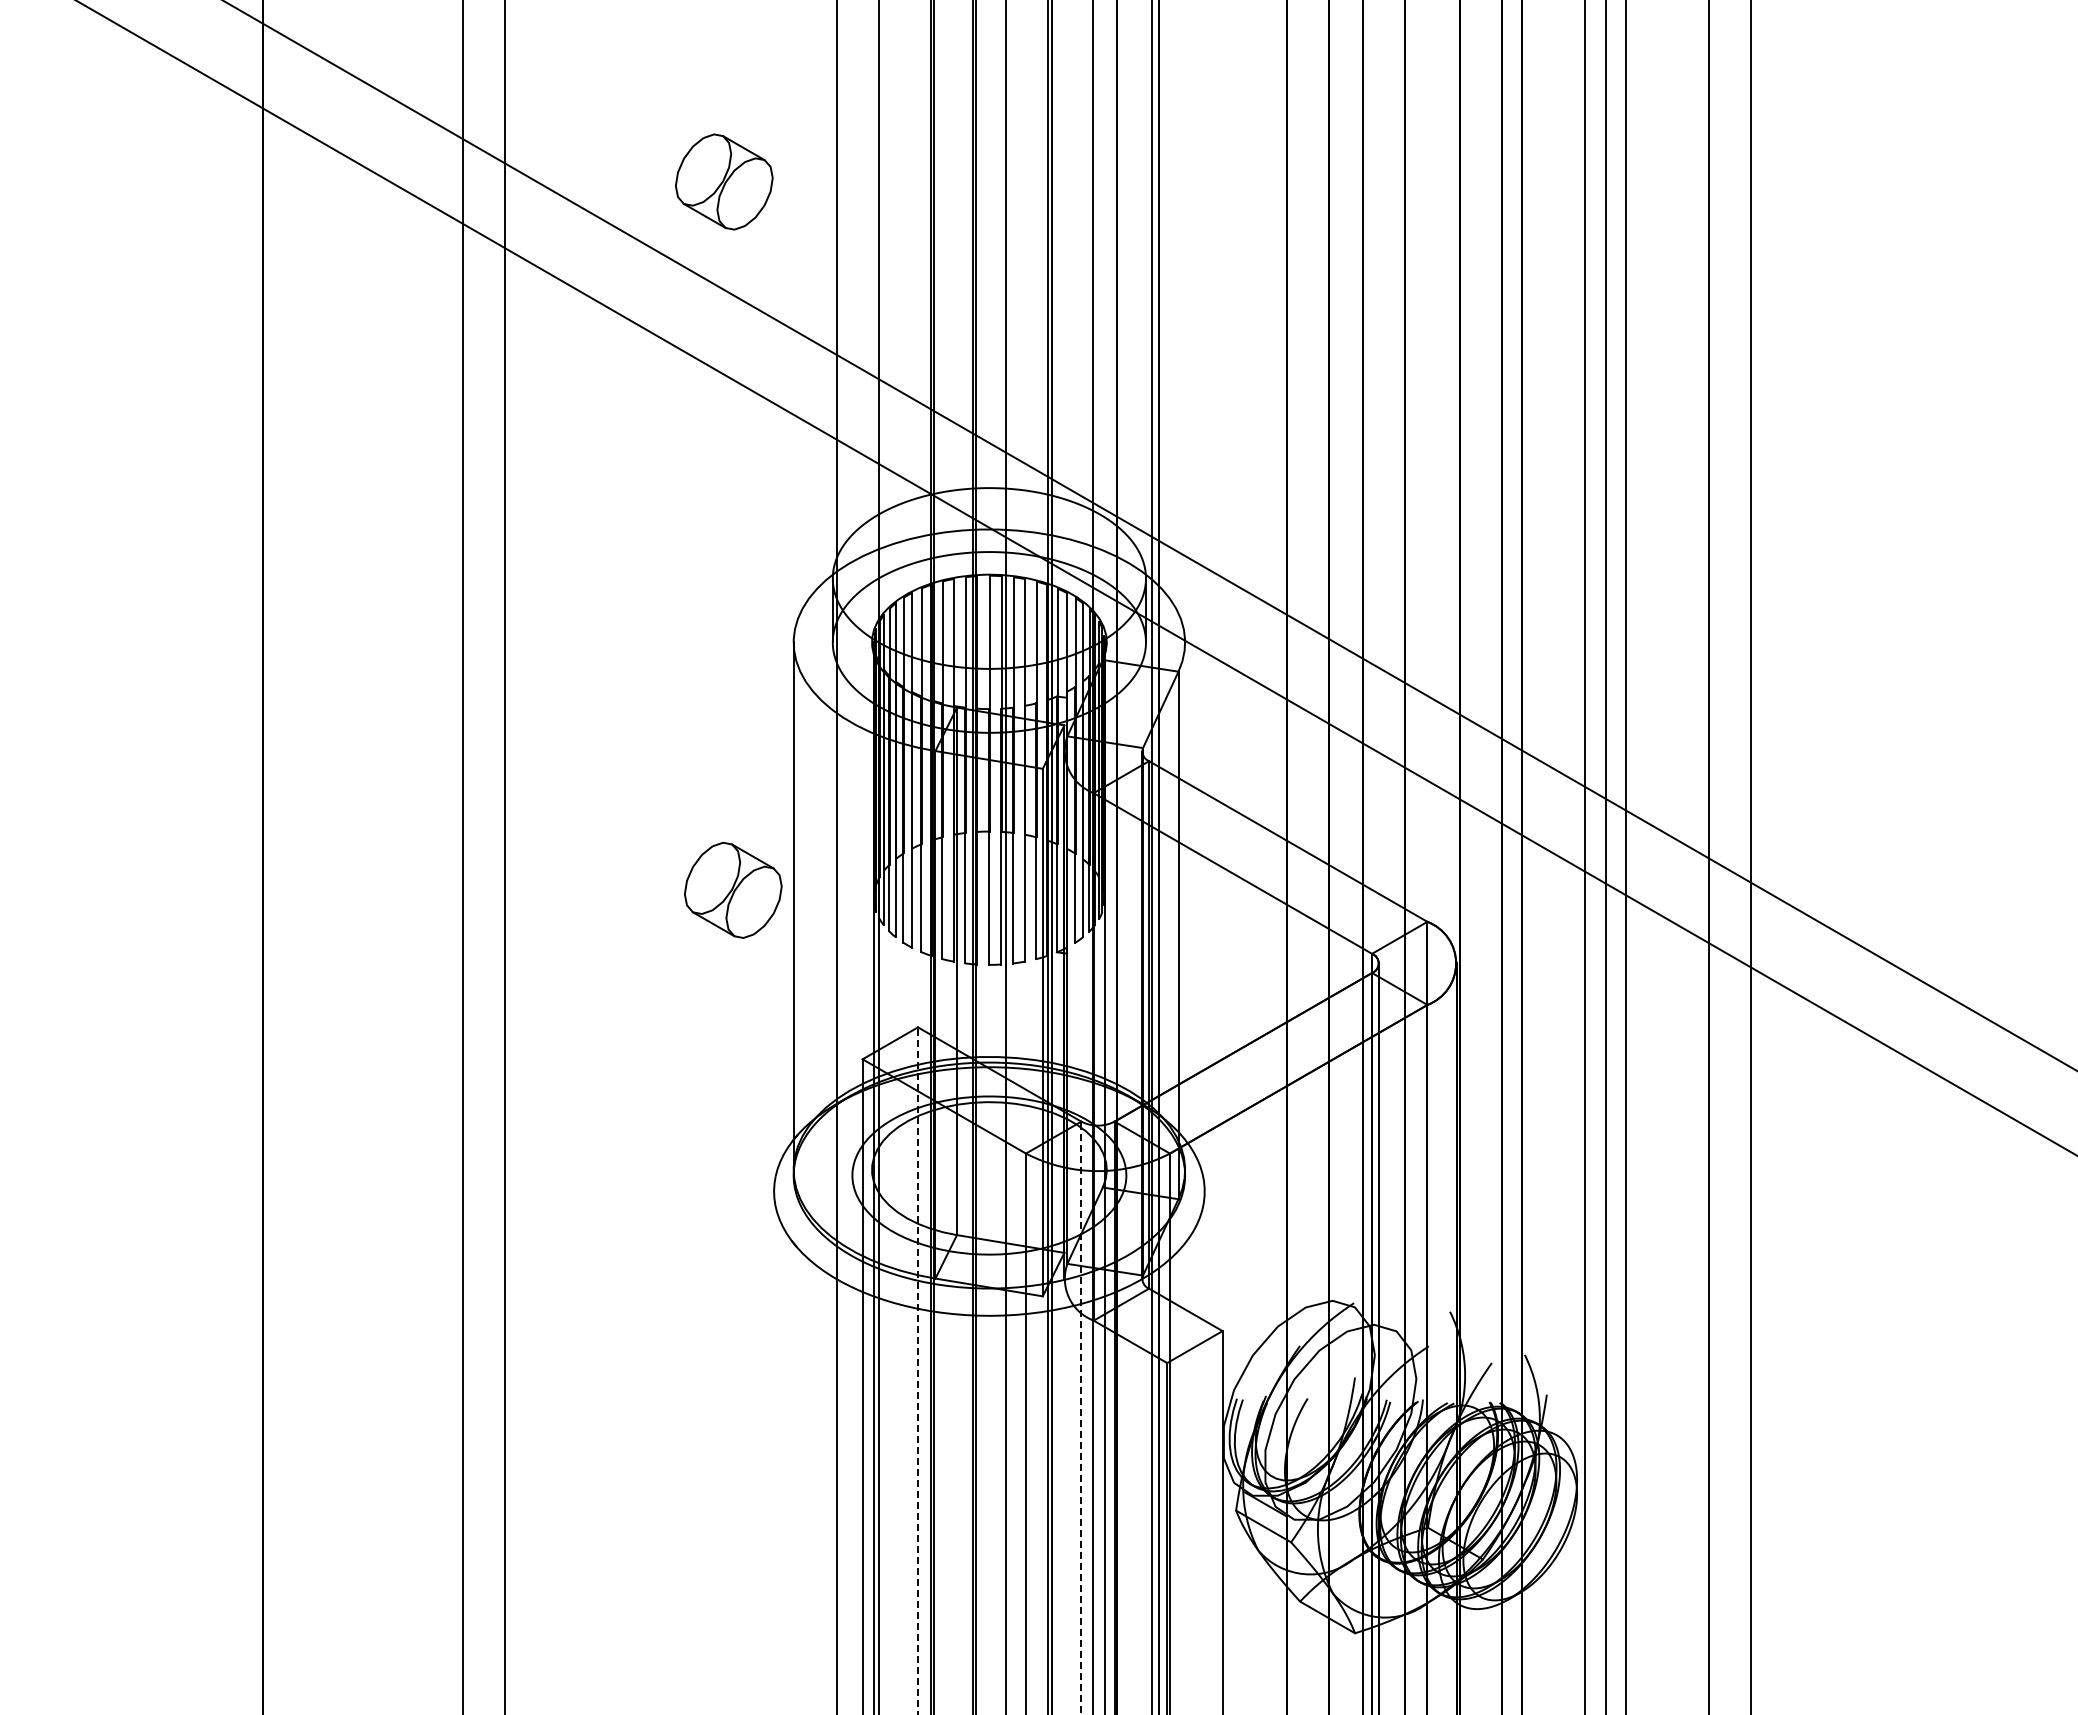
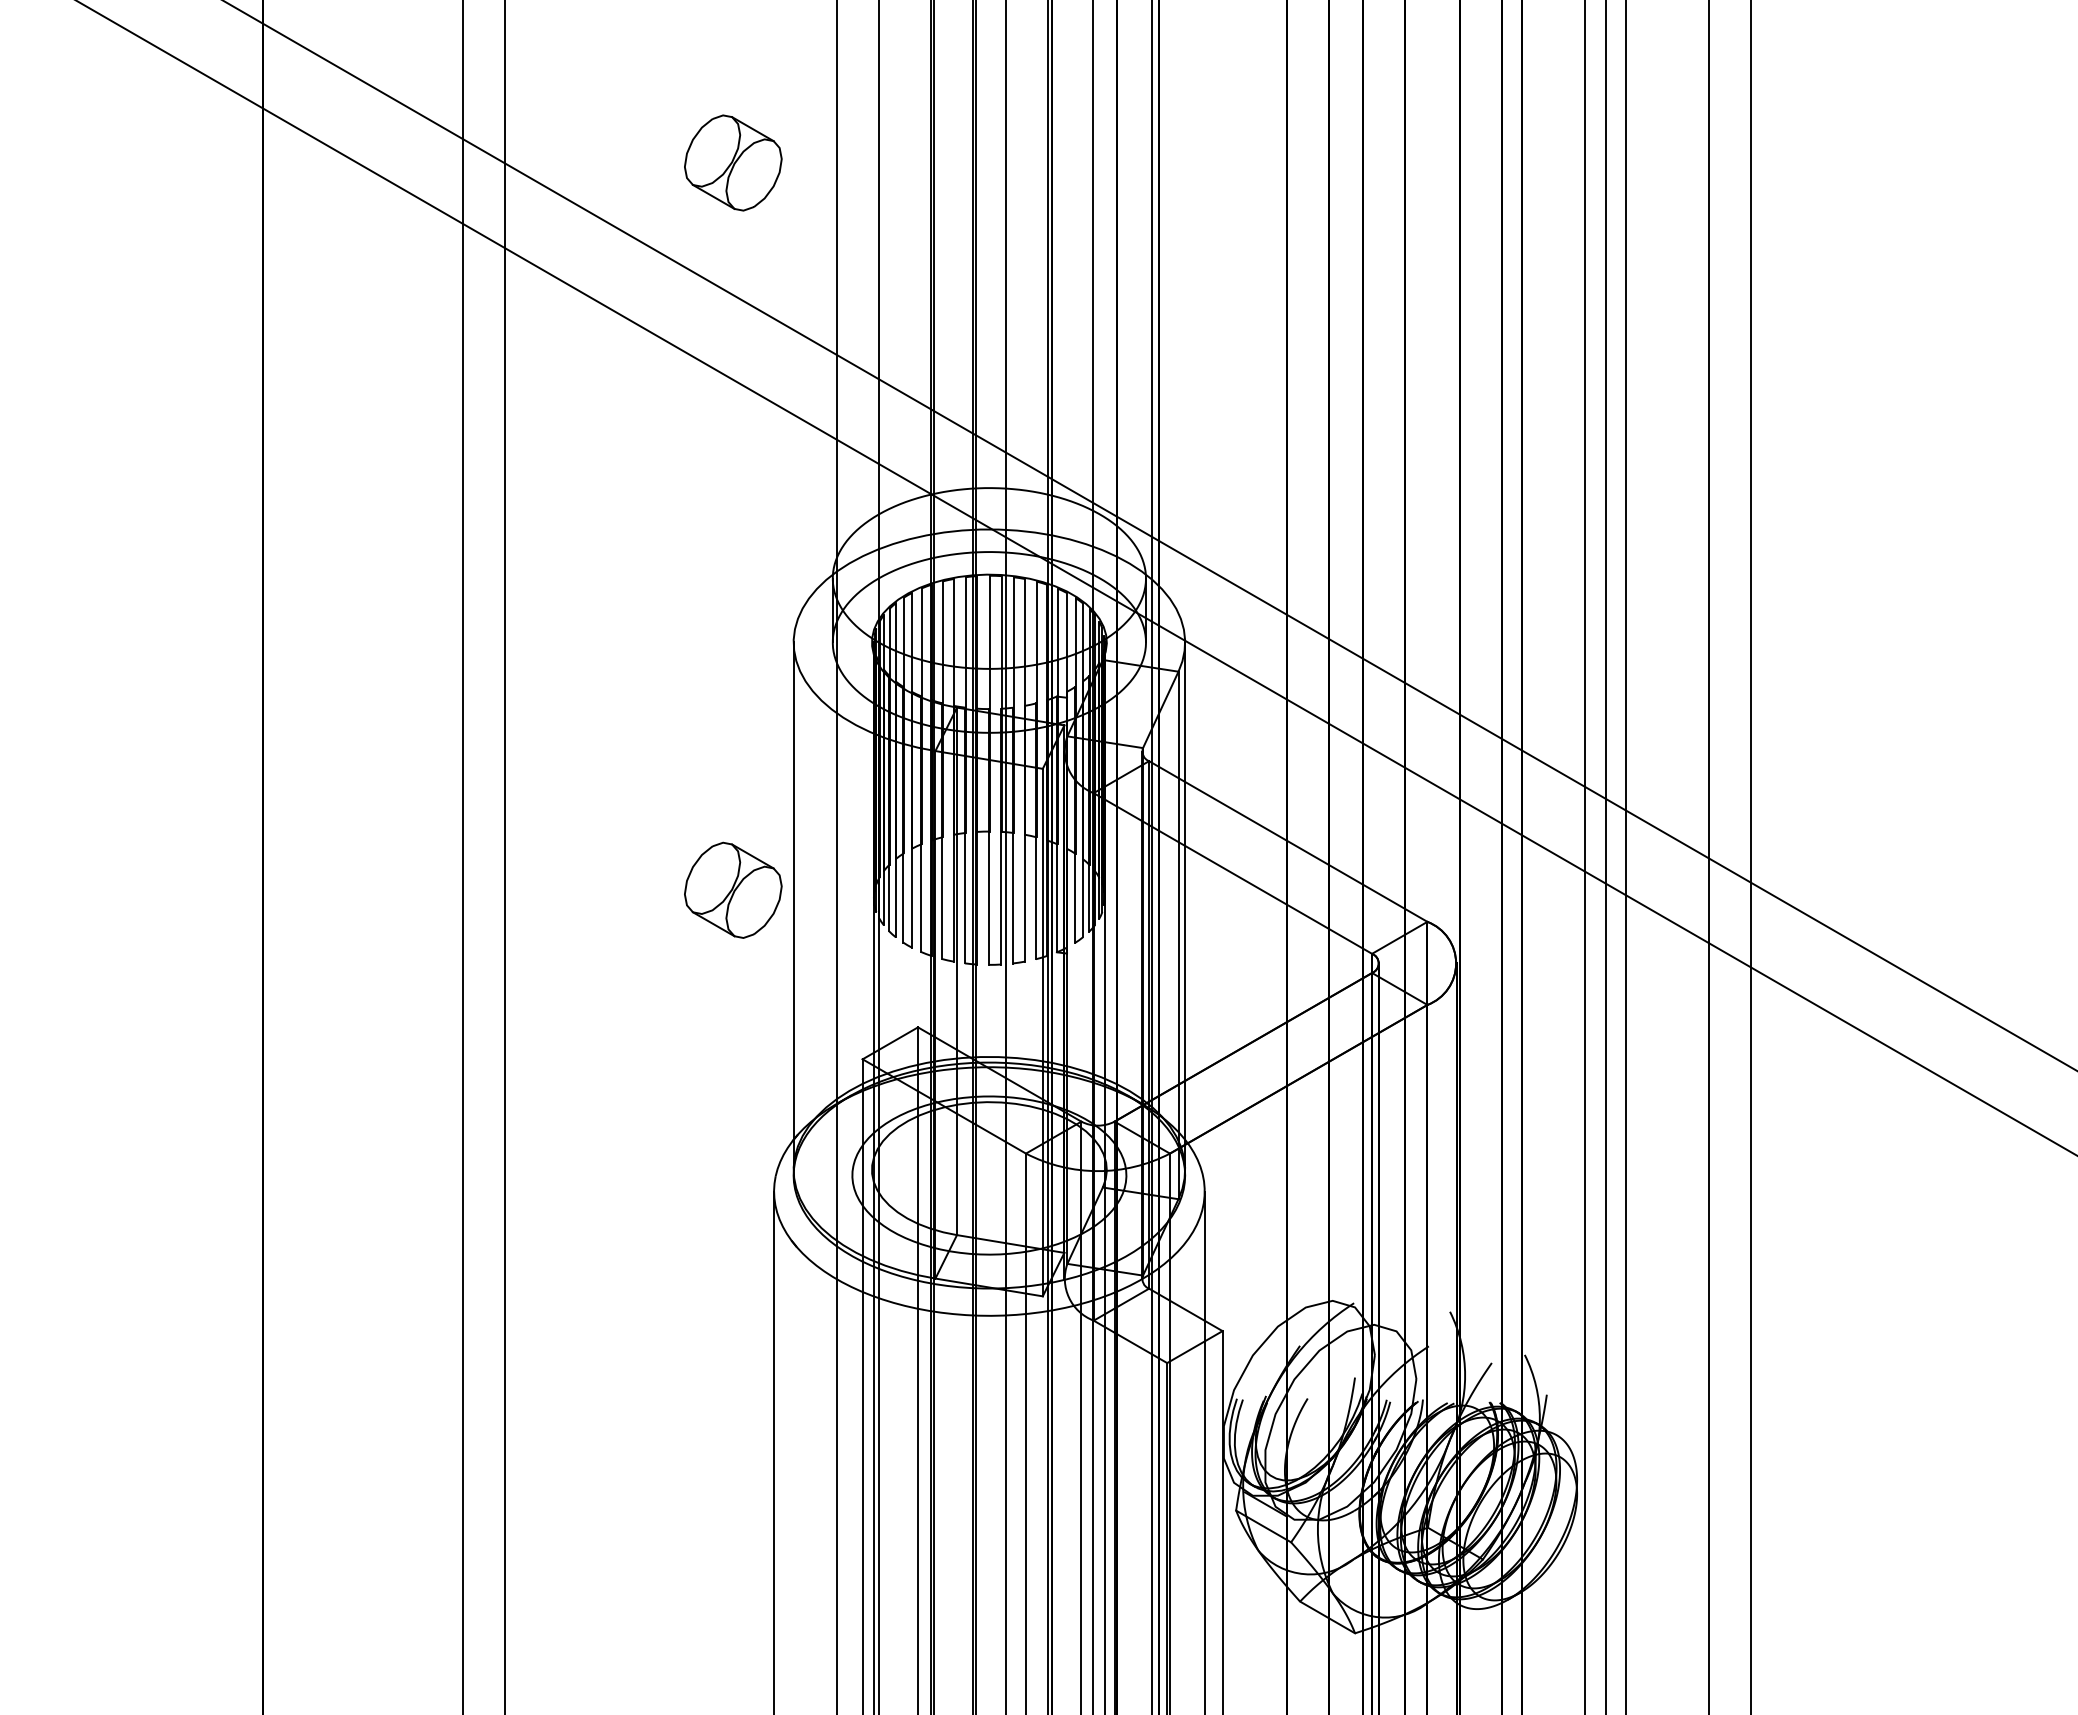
part at (724, 181) position: (724, 181) -> (733, 162)
line at (1185, 905): none -> present
line at (918, 1370): dashed -> solid
line at (1081, 1417): dashed -> solid
line at (774, 1451): none -> present
line at (1204, 1451): none -> present
